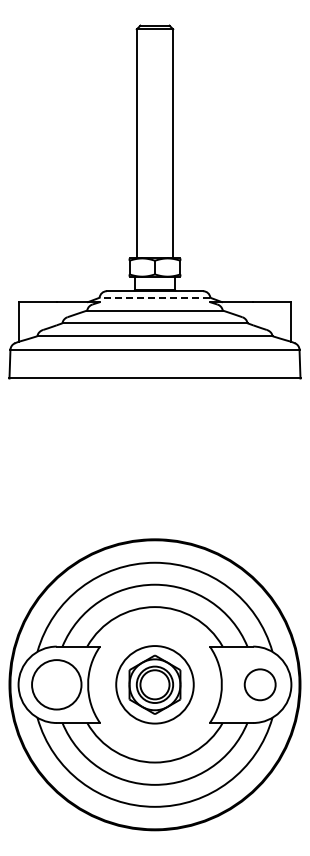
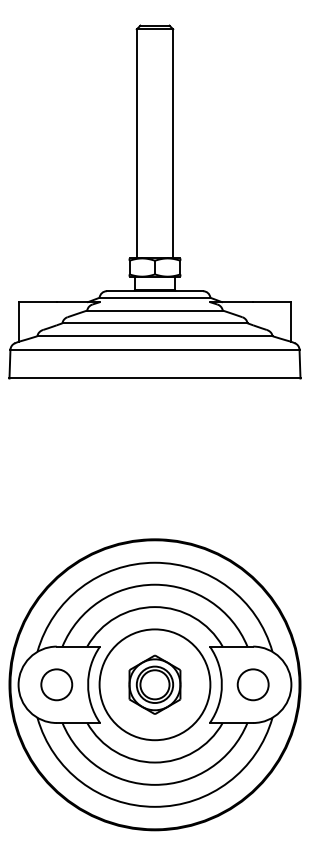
line at (154, 297): dashed -> solid
circle at (56, 684) diameter: 49 px -> 31 px
circle at (154, 684) diameter: 78 px -> 111 px
circle at (259, 684) position: (259, 684) -> (252, 684)
